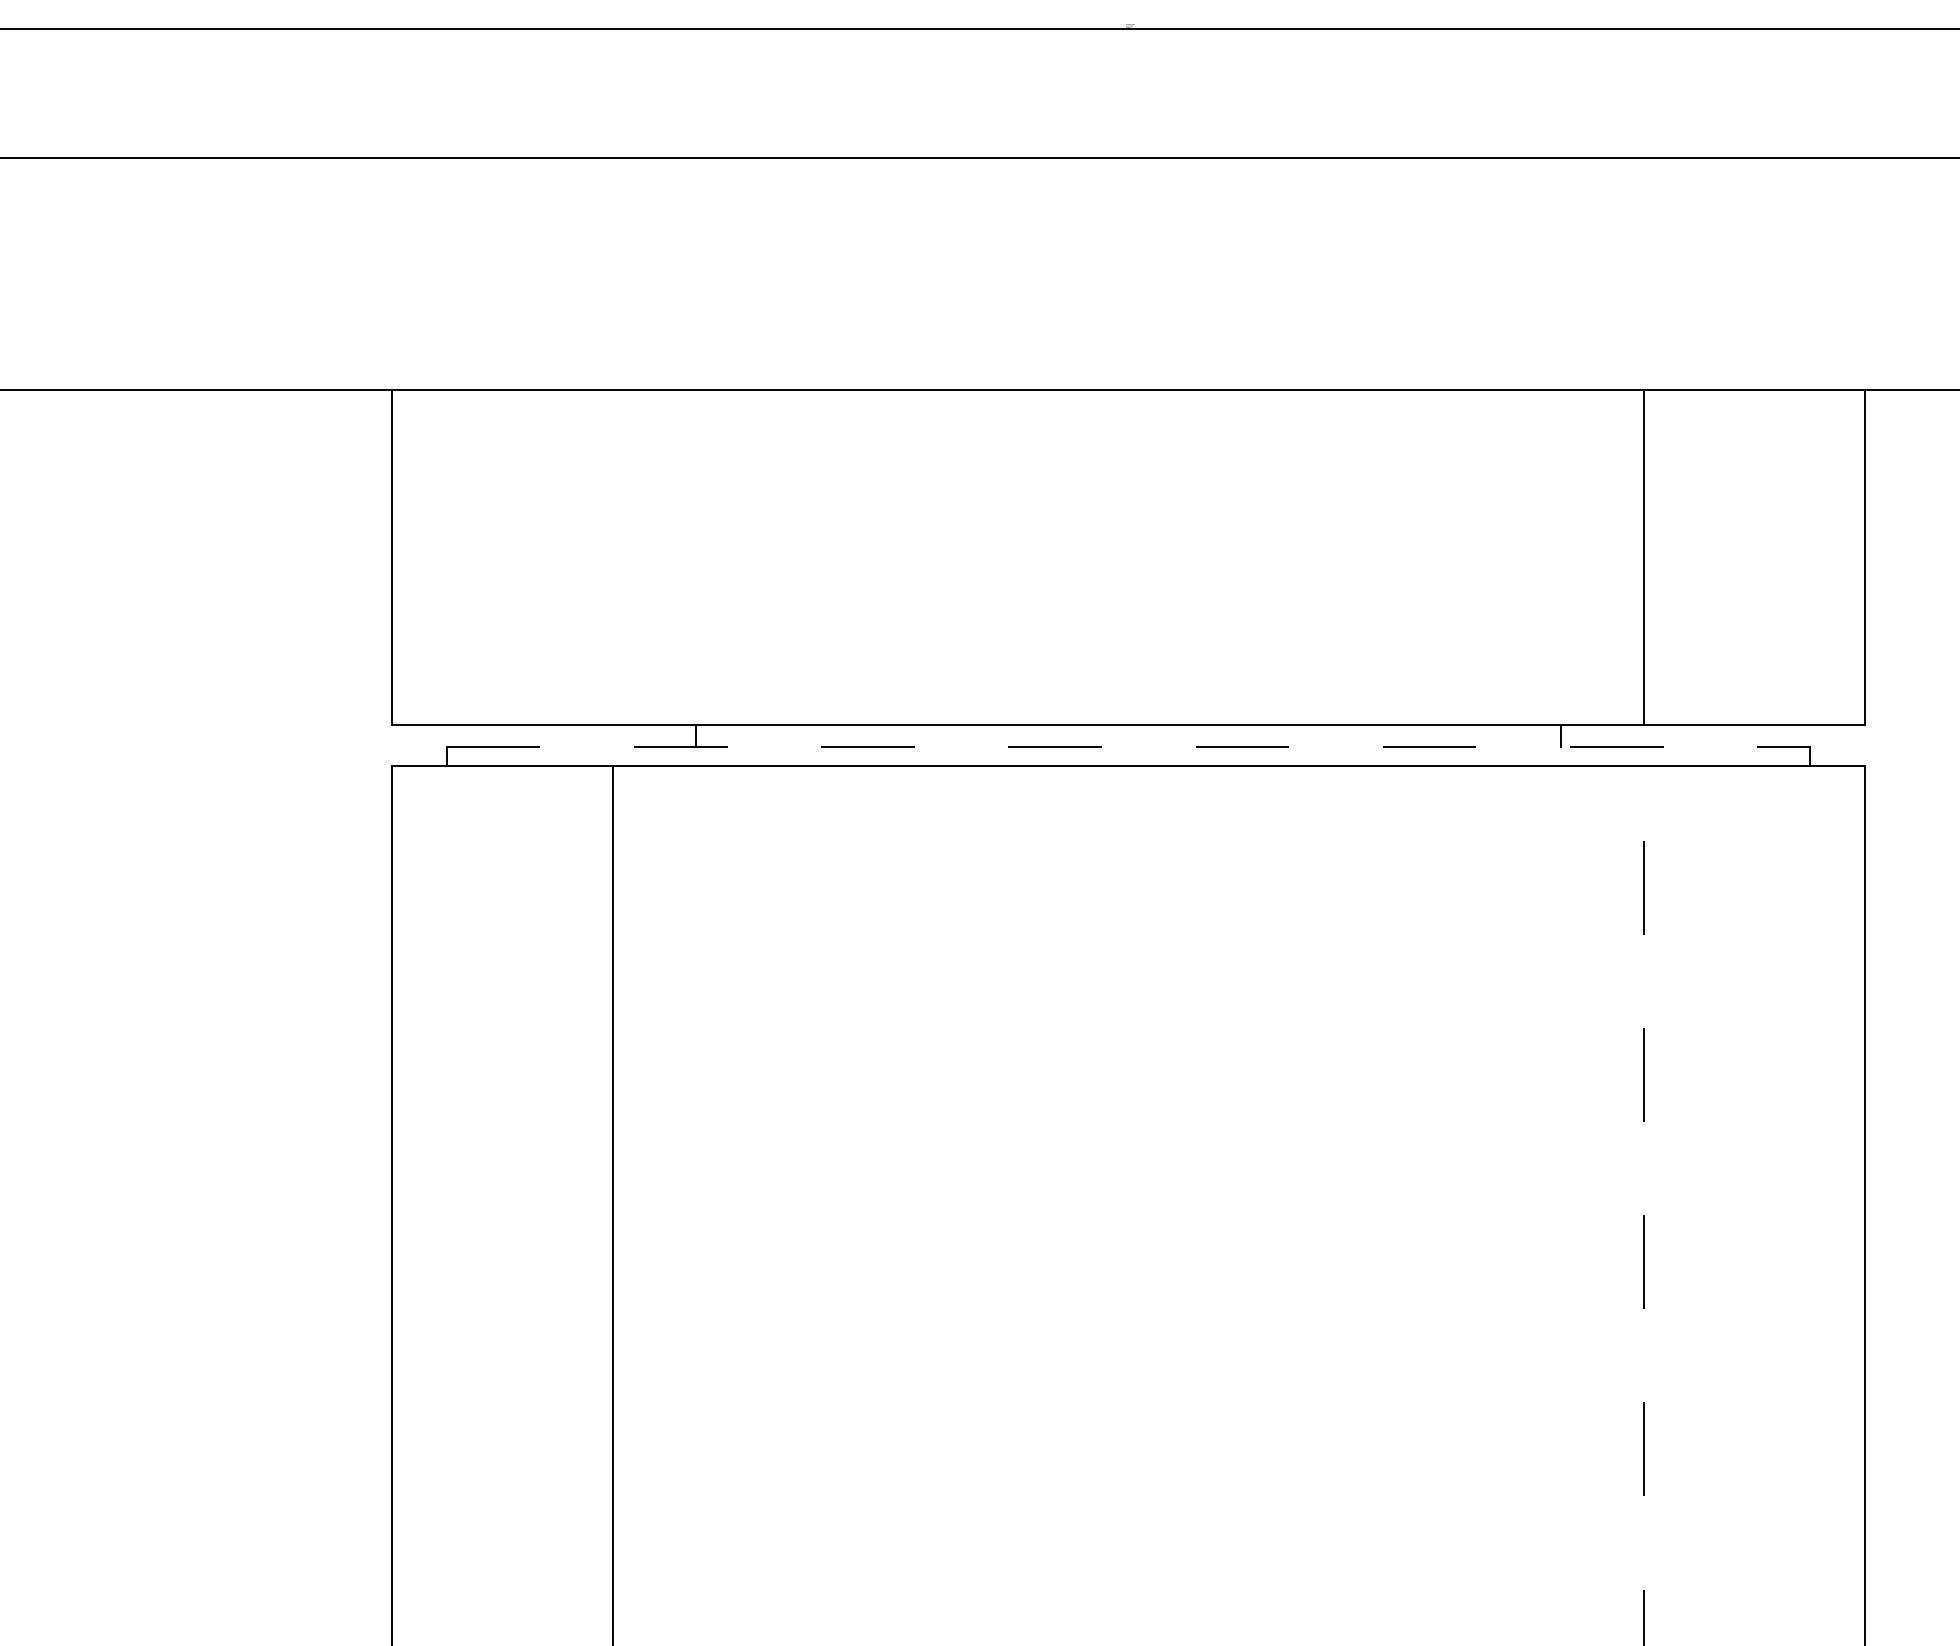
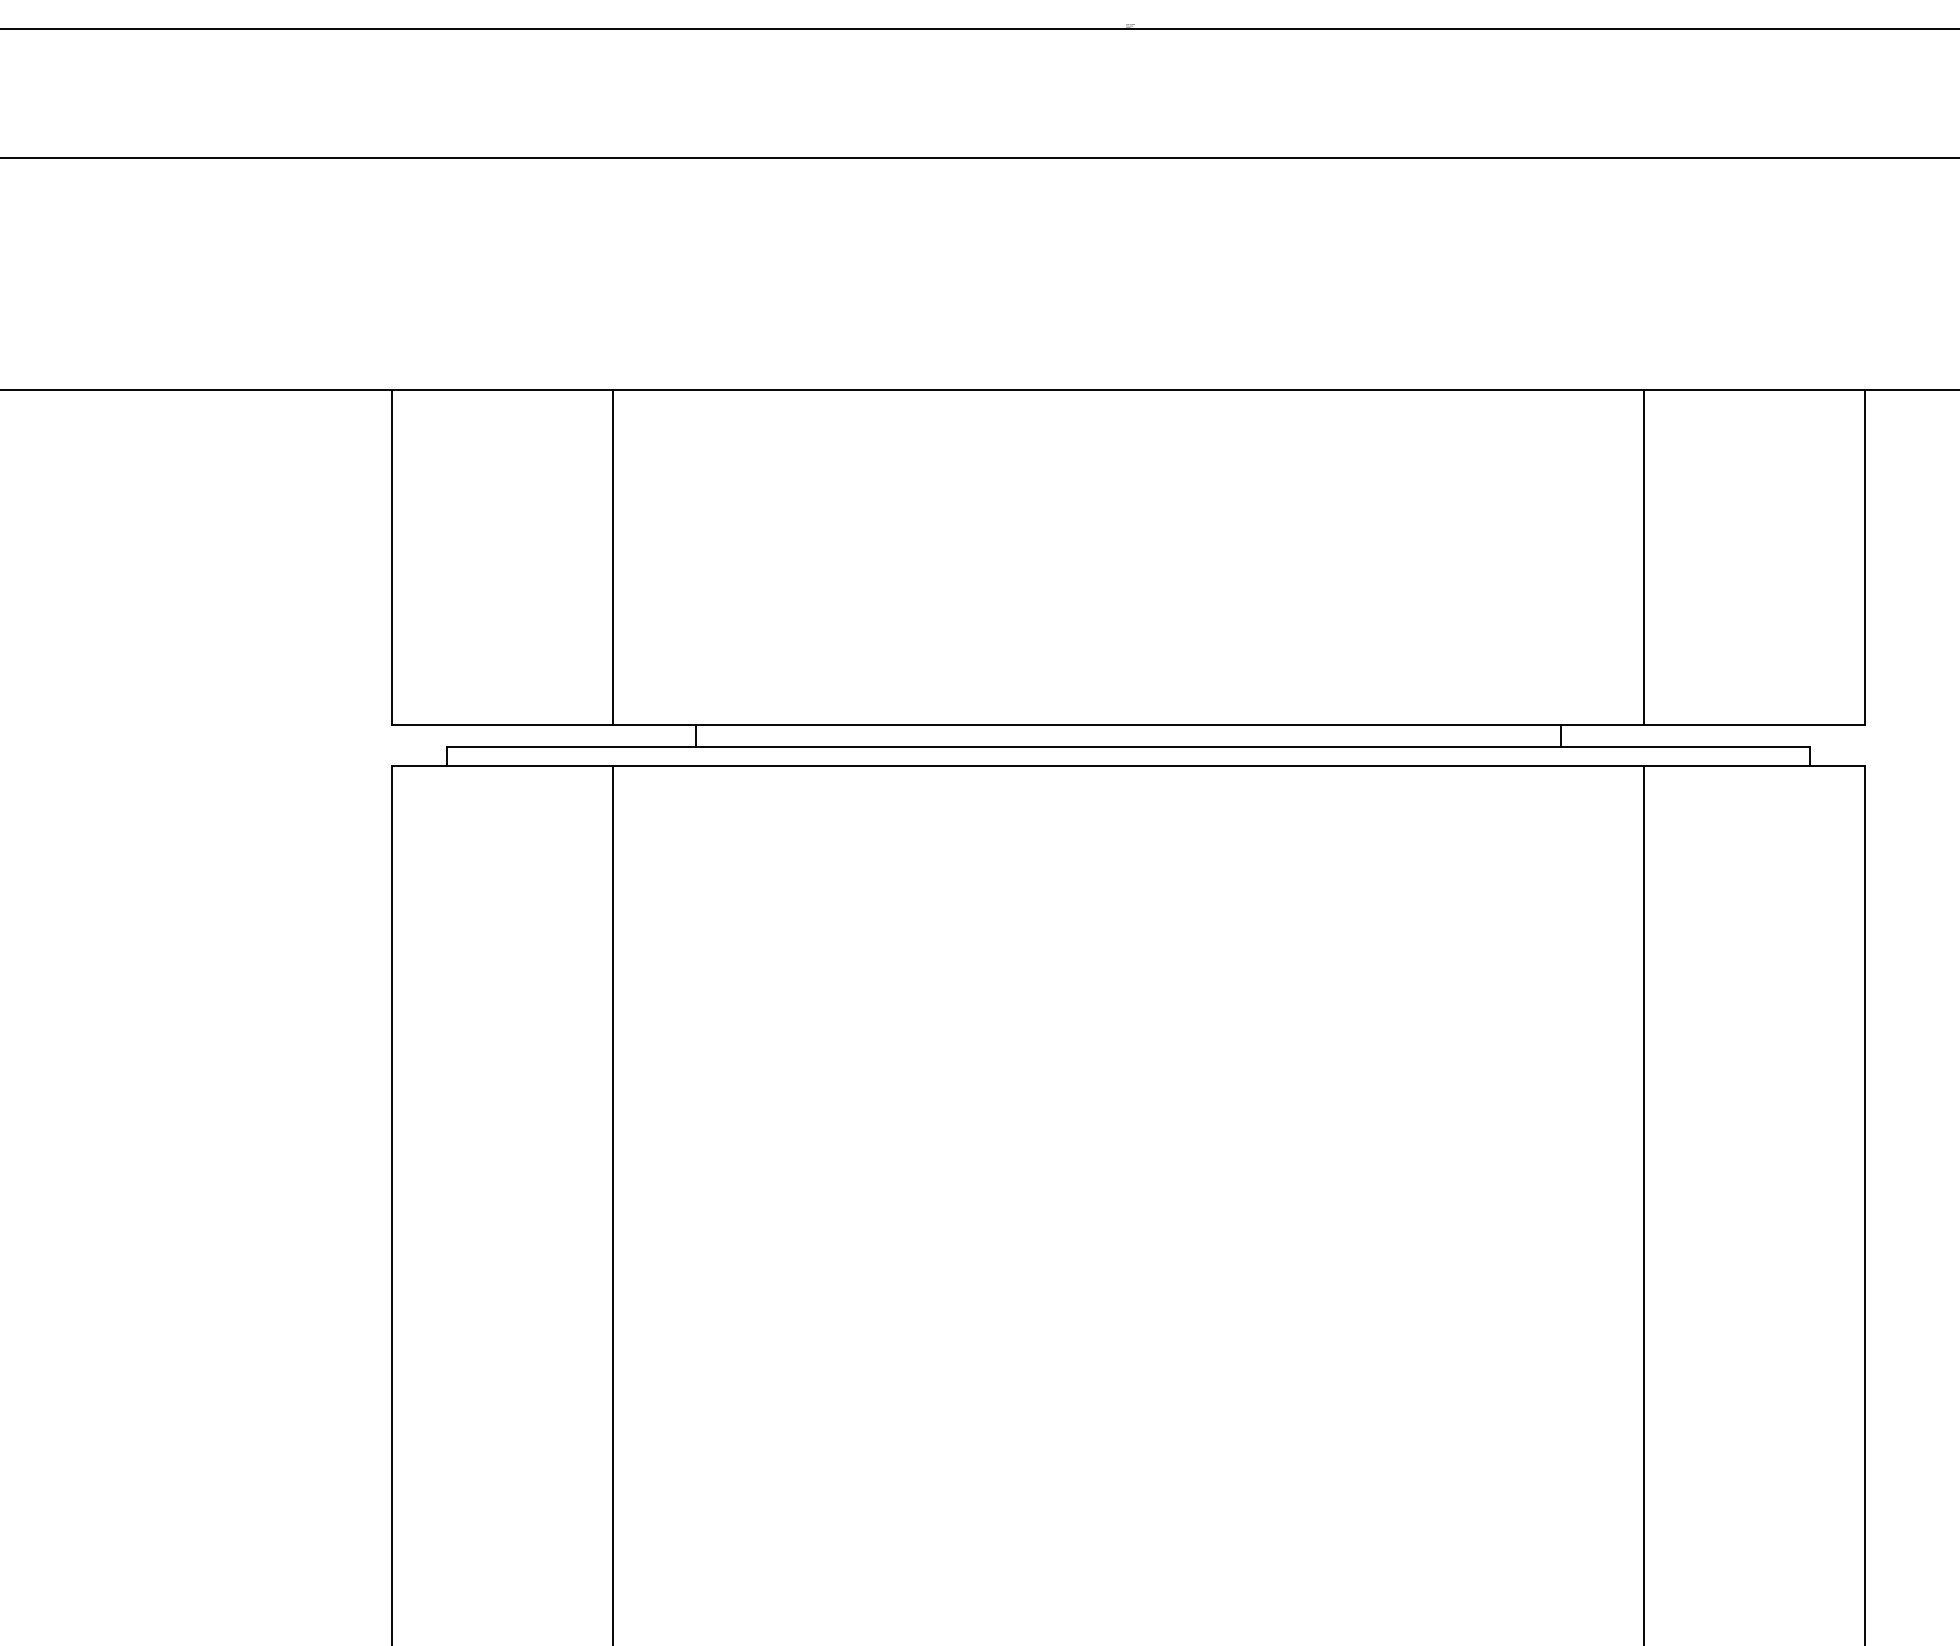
line at (612, 557): none -> present
line at (1128, 747): dashed -> solid
line at (1644, 1205): dashed -> solid
